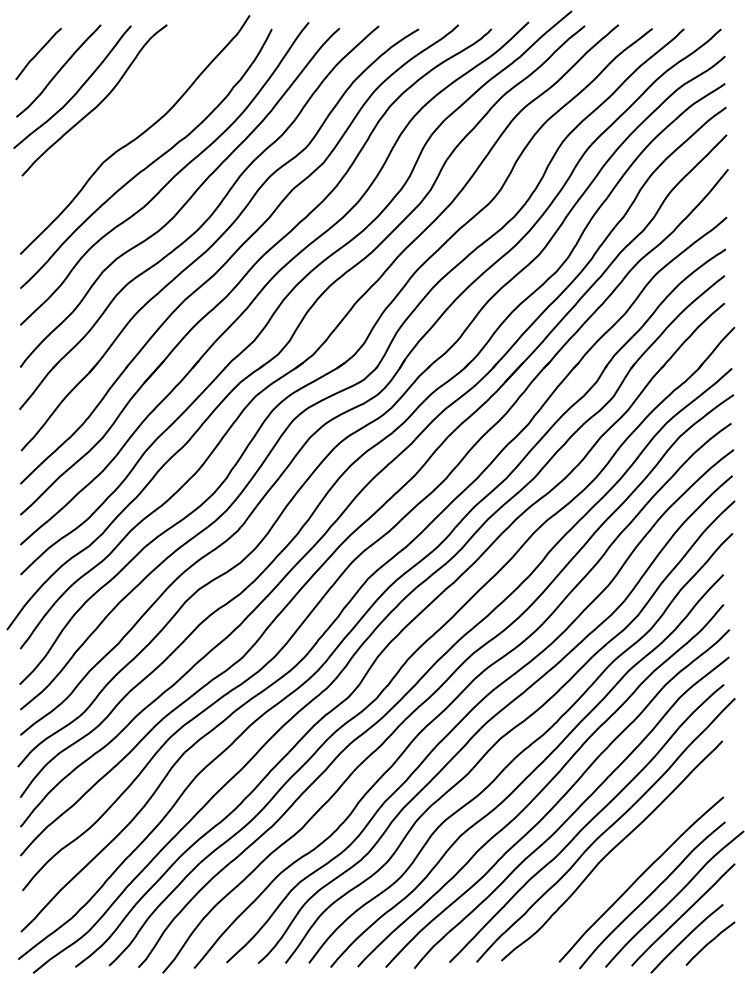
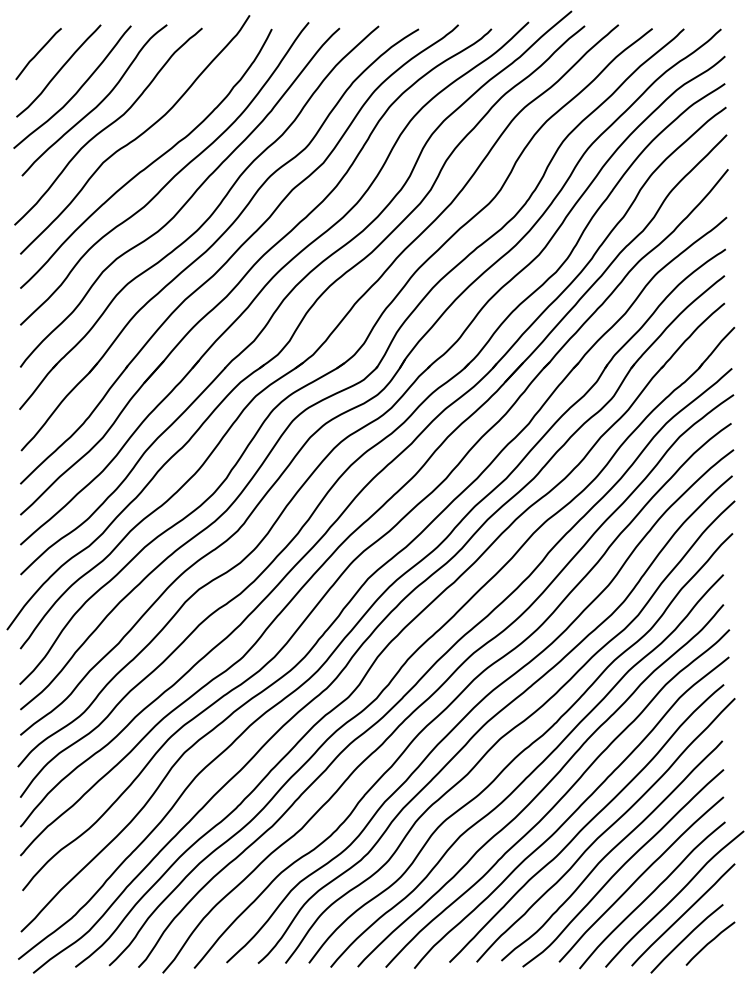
curve at (108, 126): none -> present
curve at (622, 867): none -> present
